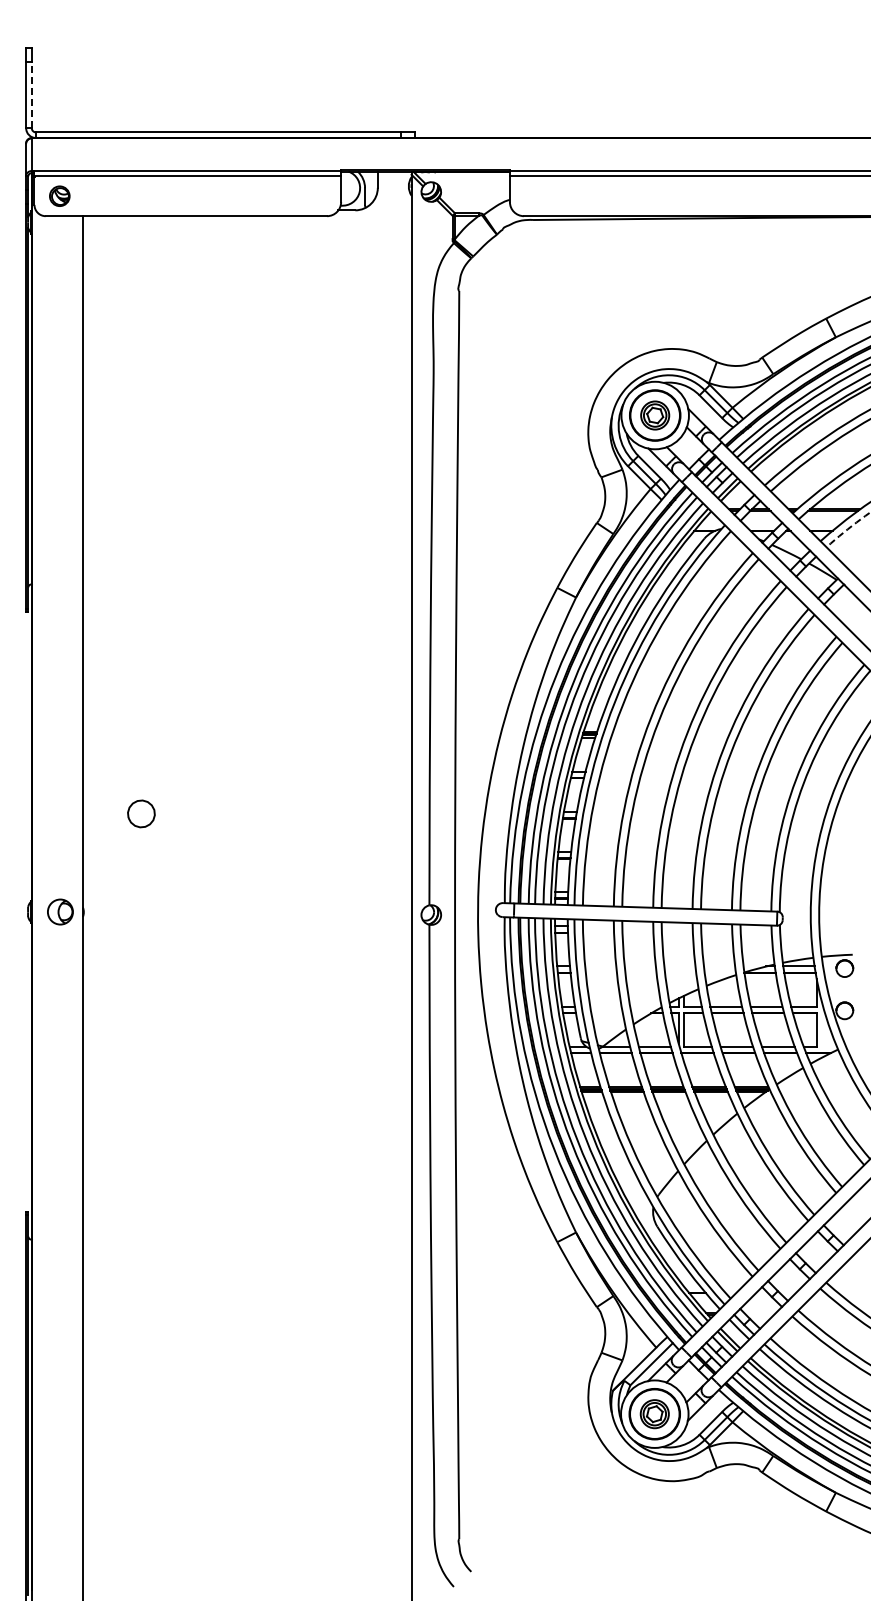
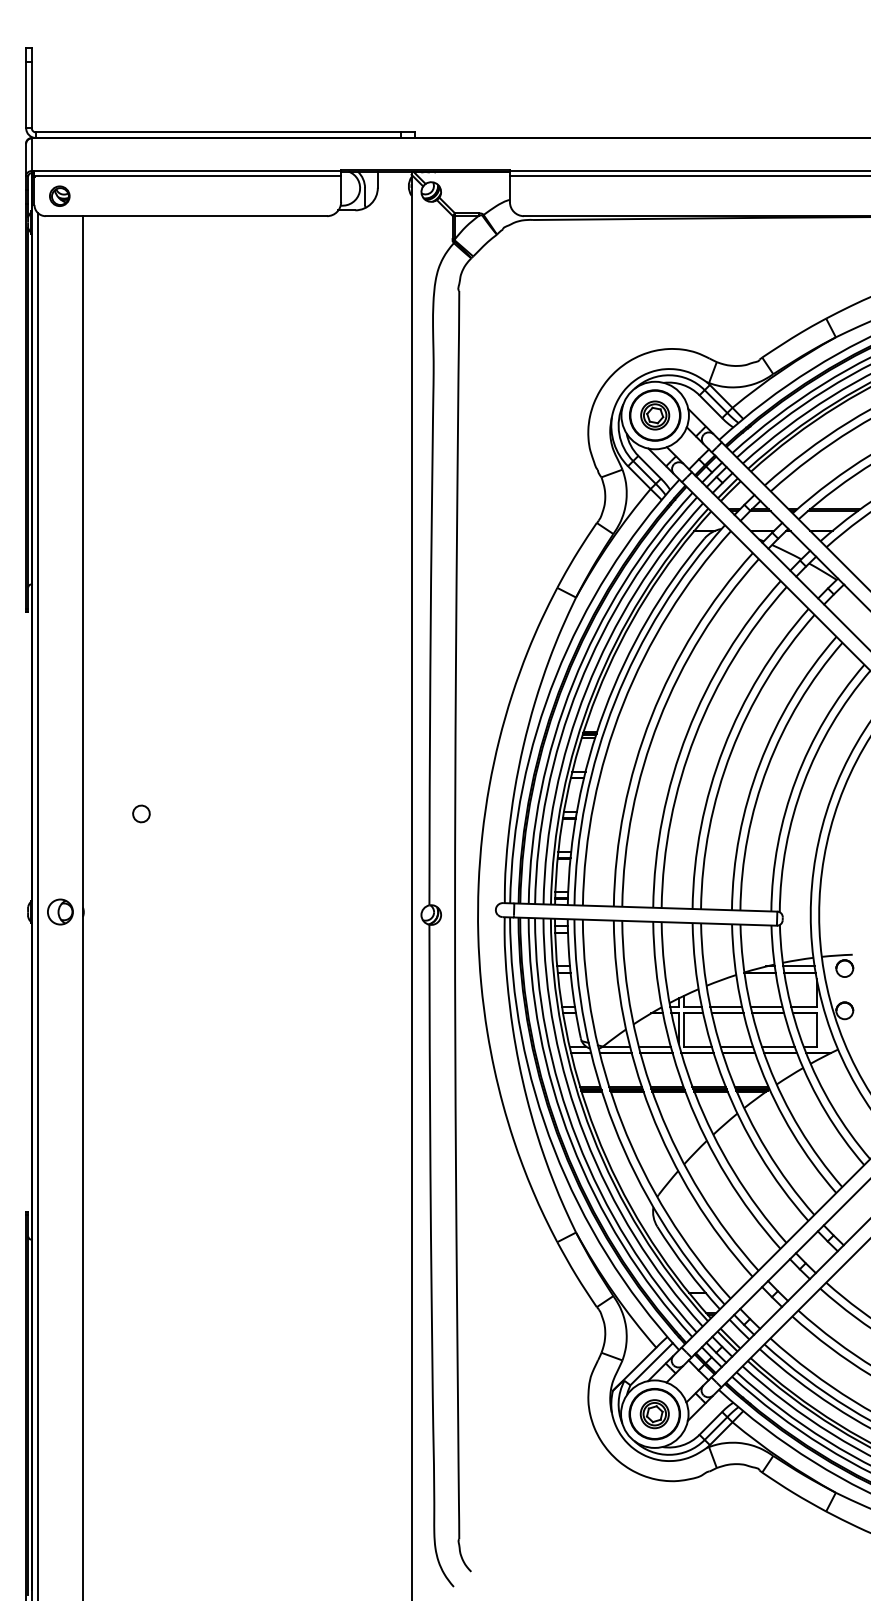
line at (31, 94): dashed -> solid
arc at (847, 529): dashed -> solid
part at (141, 813) size: 29x30 px -> 19x20 px
line at (37, 905): none -> present
